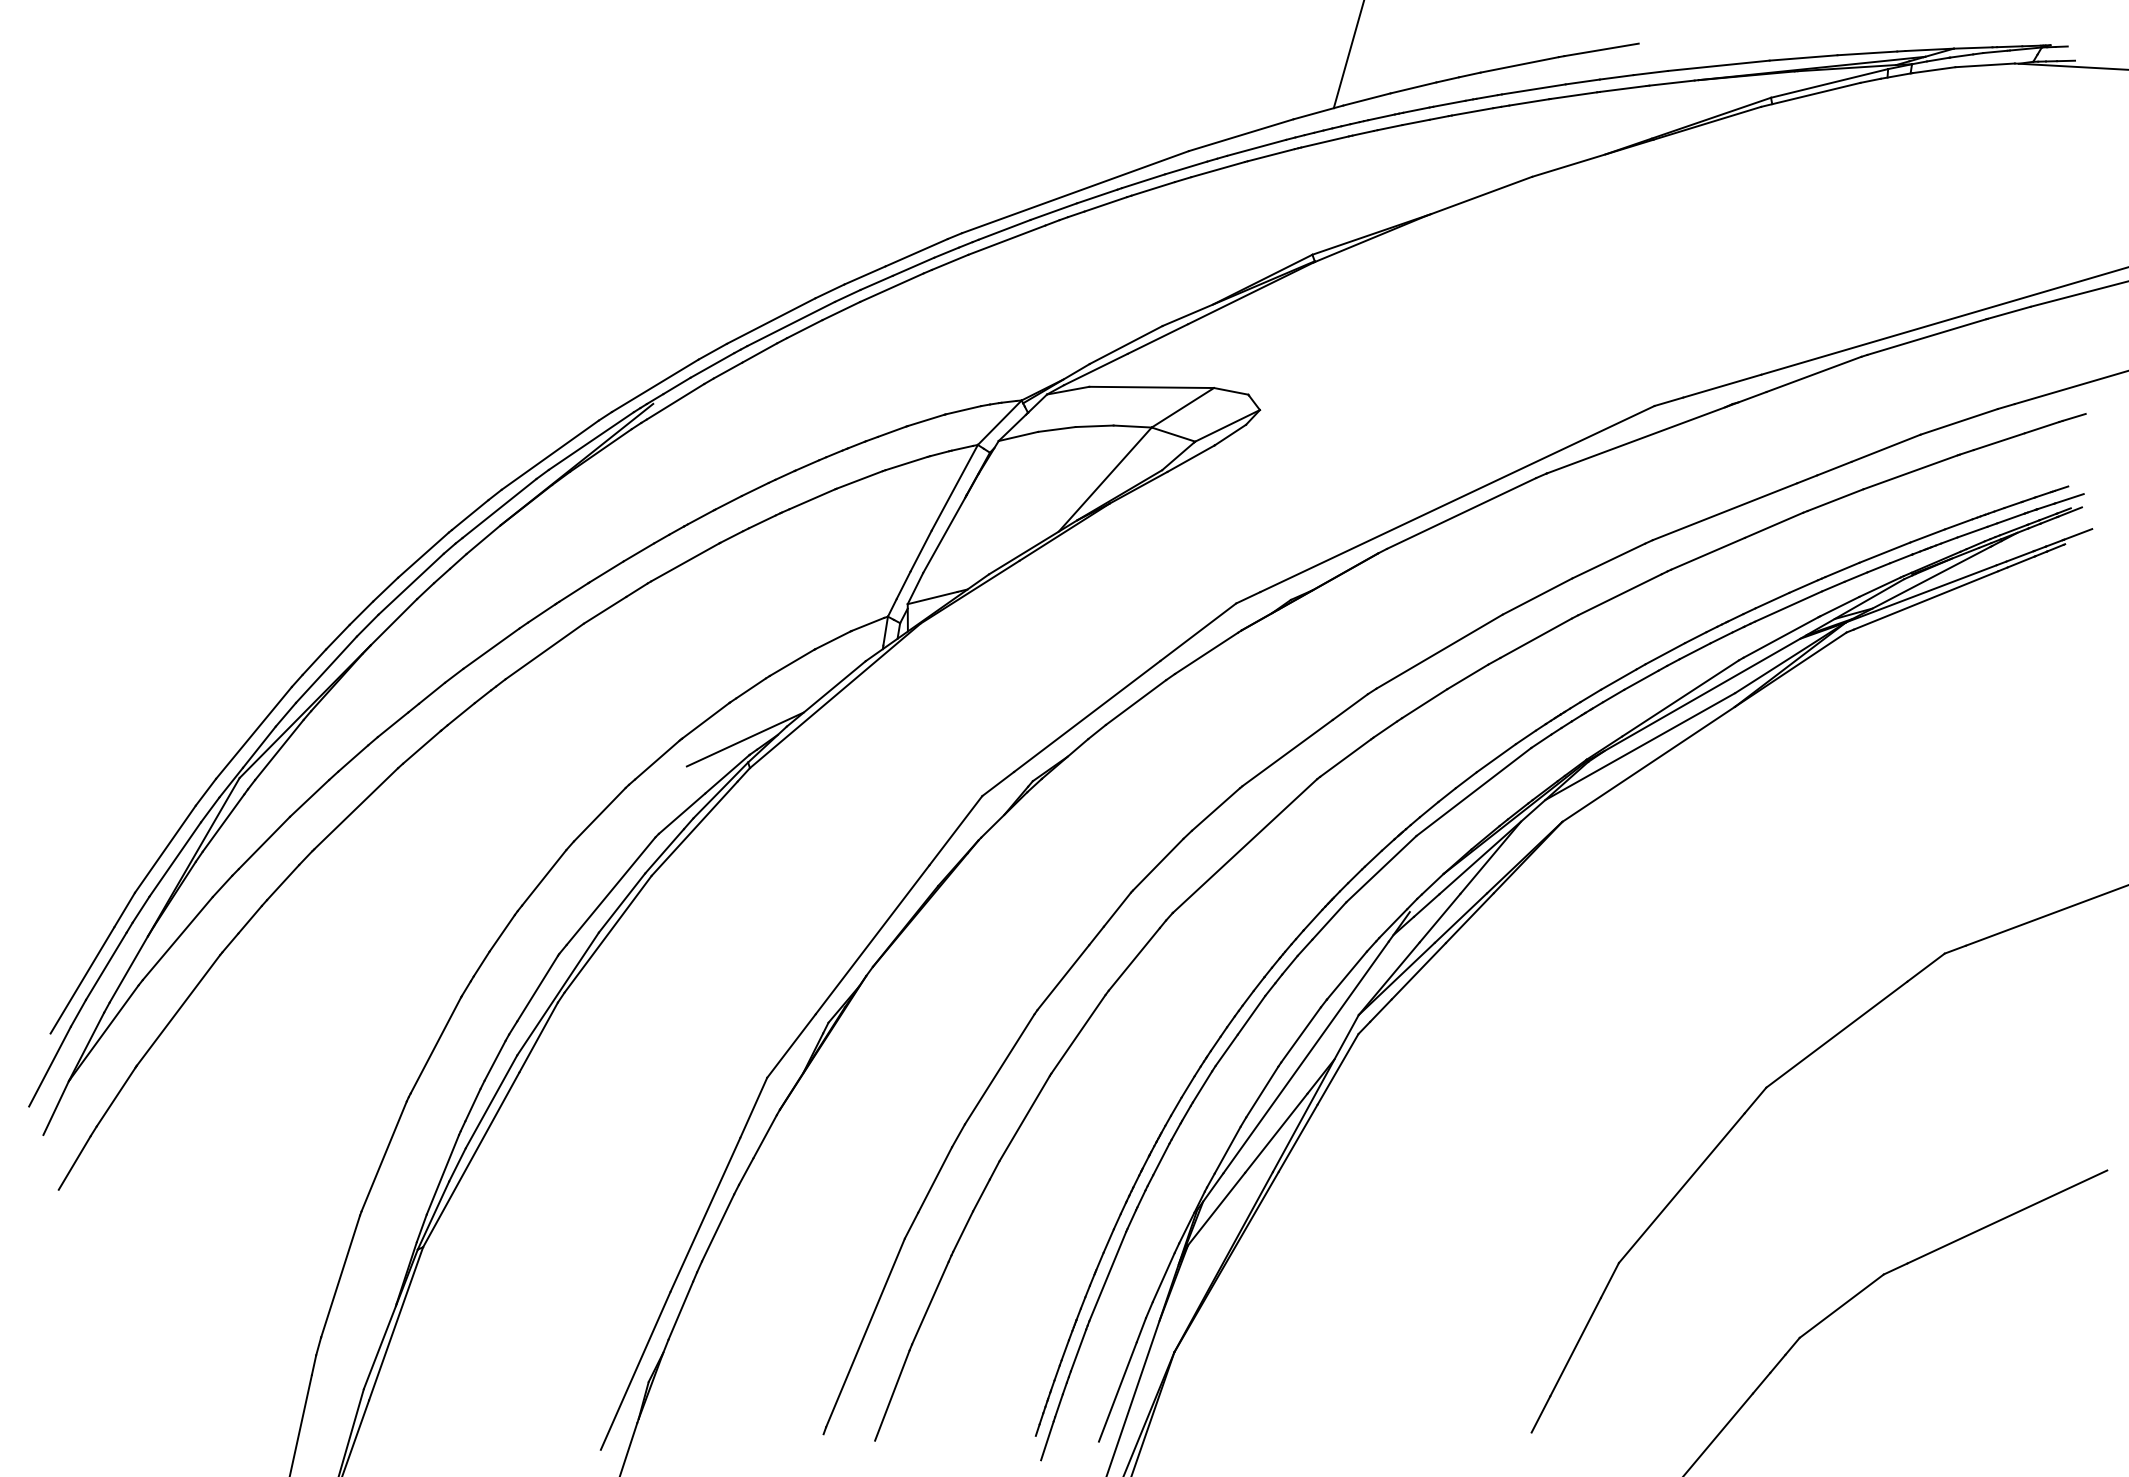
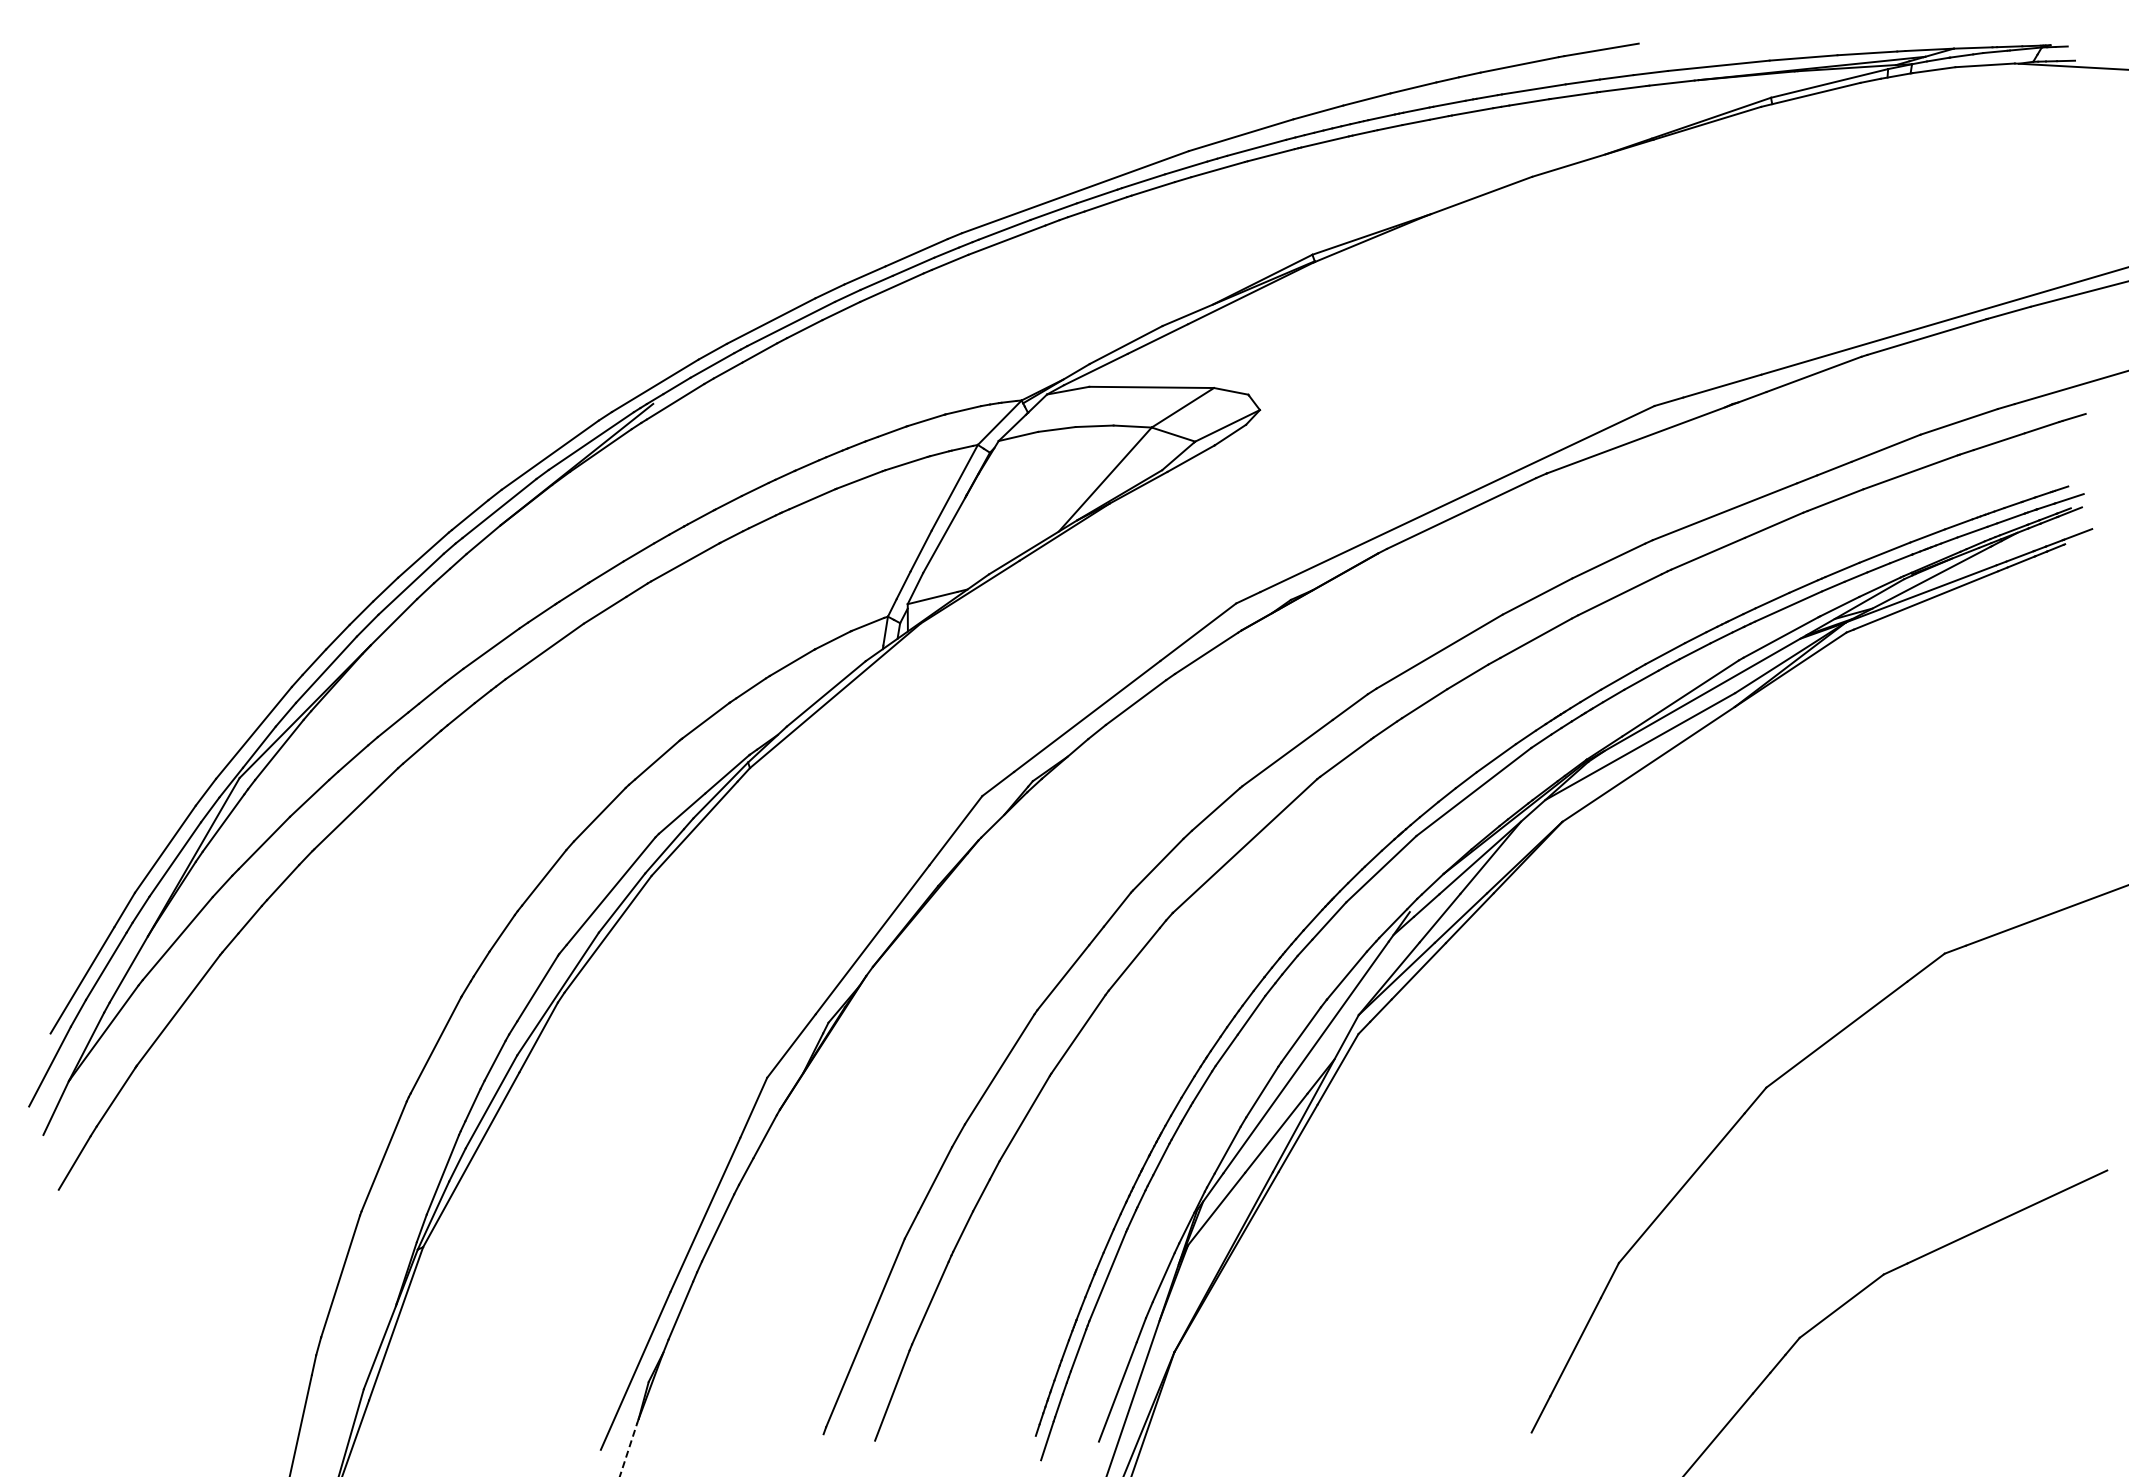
line at (1348, 55): present -> none
line at (744, 739): present -> none
line at (628, 1449): solid -> dashed
